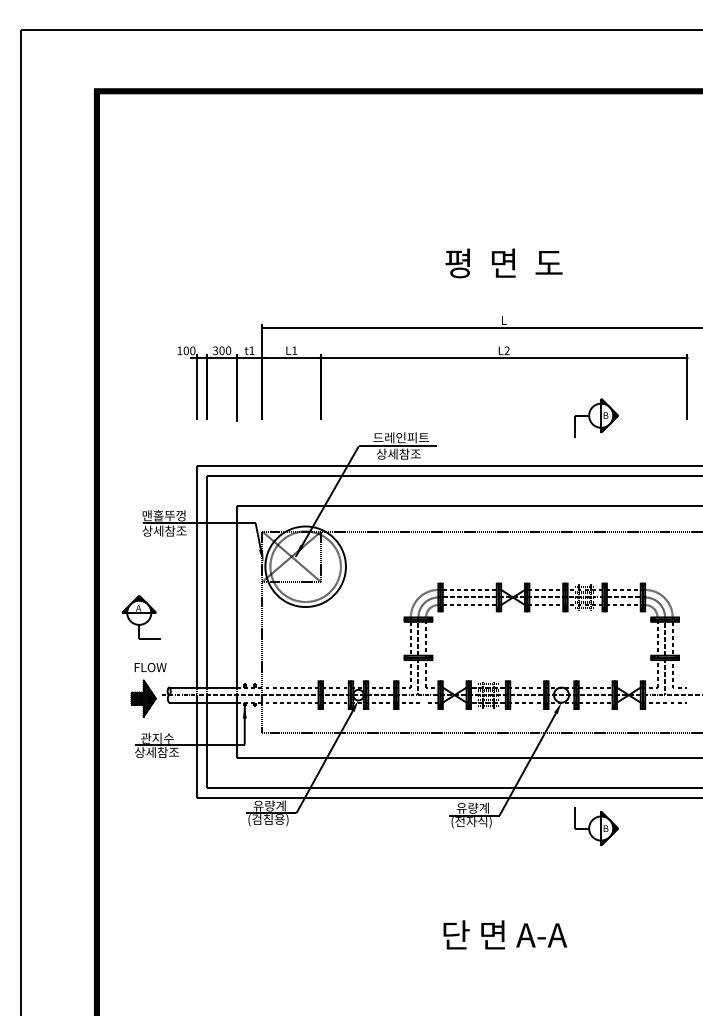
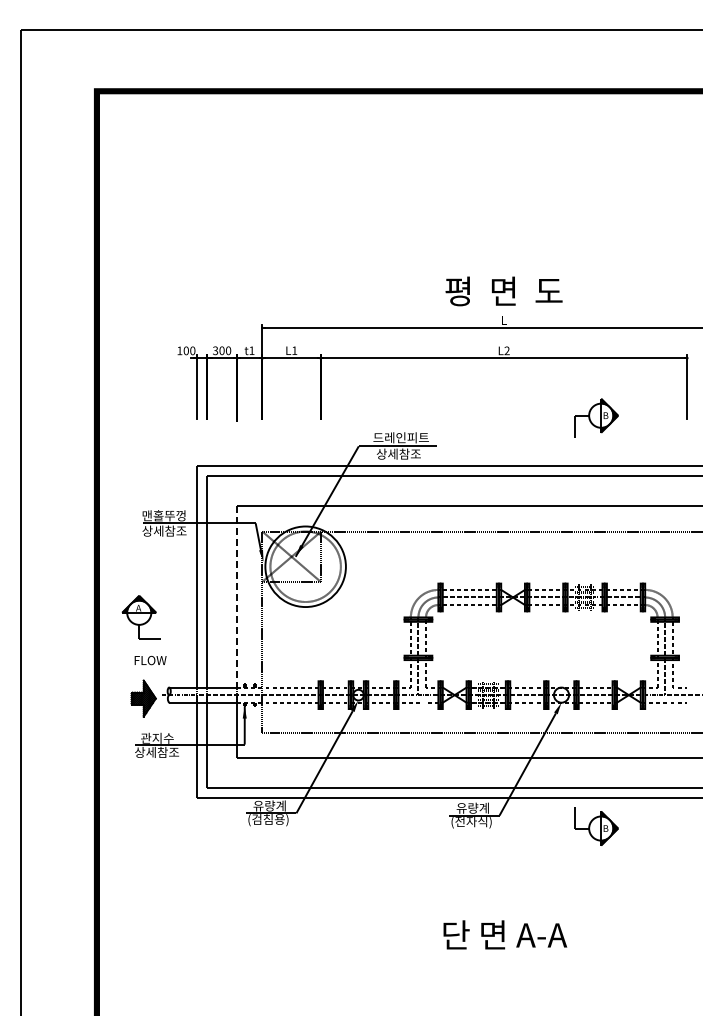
text at (503, 263) position: (503, 263) -> (503, 291)
line at (237, 596): solid -> dashed
text at (150, 667) position: (150, 667) -> (150, 660)
